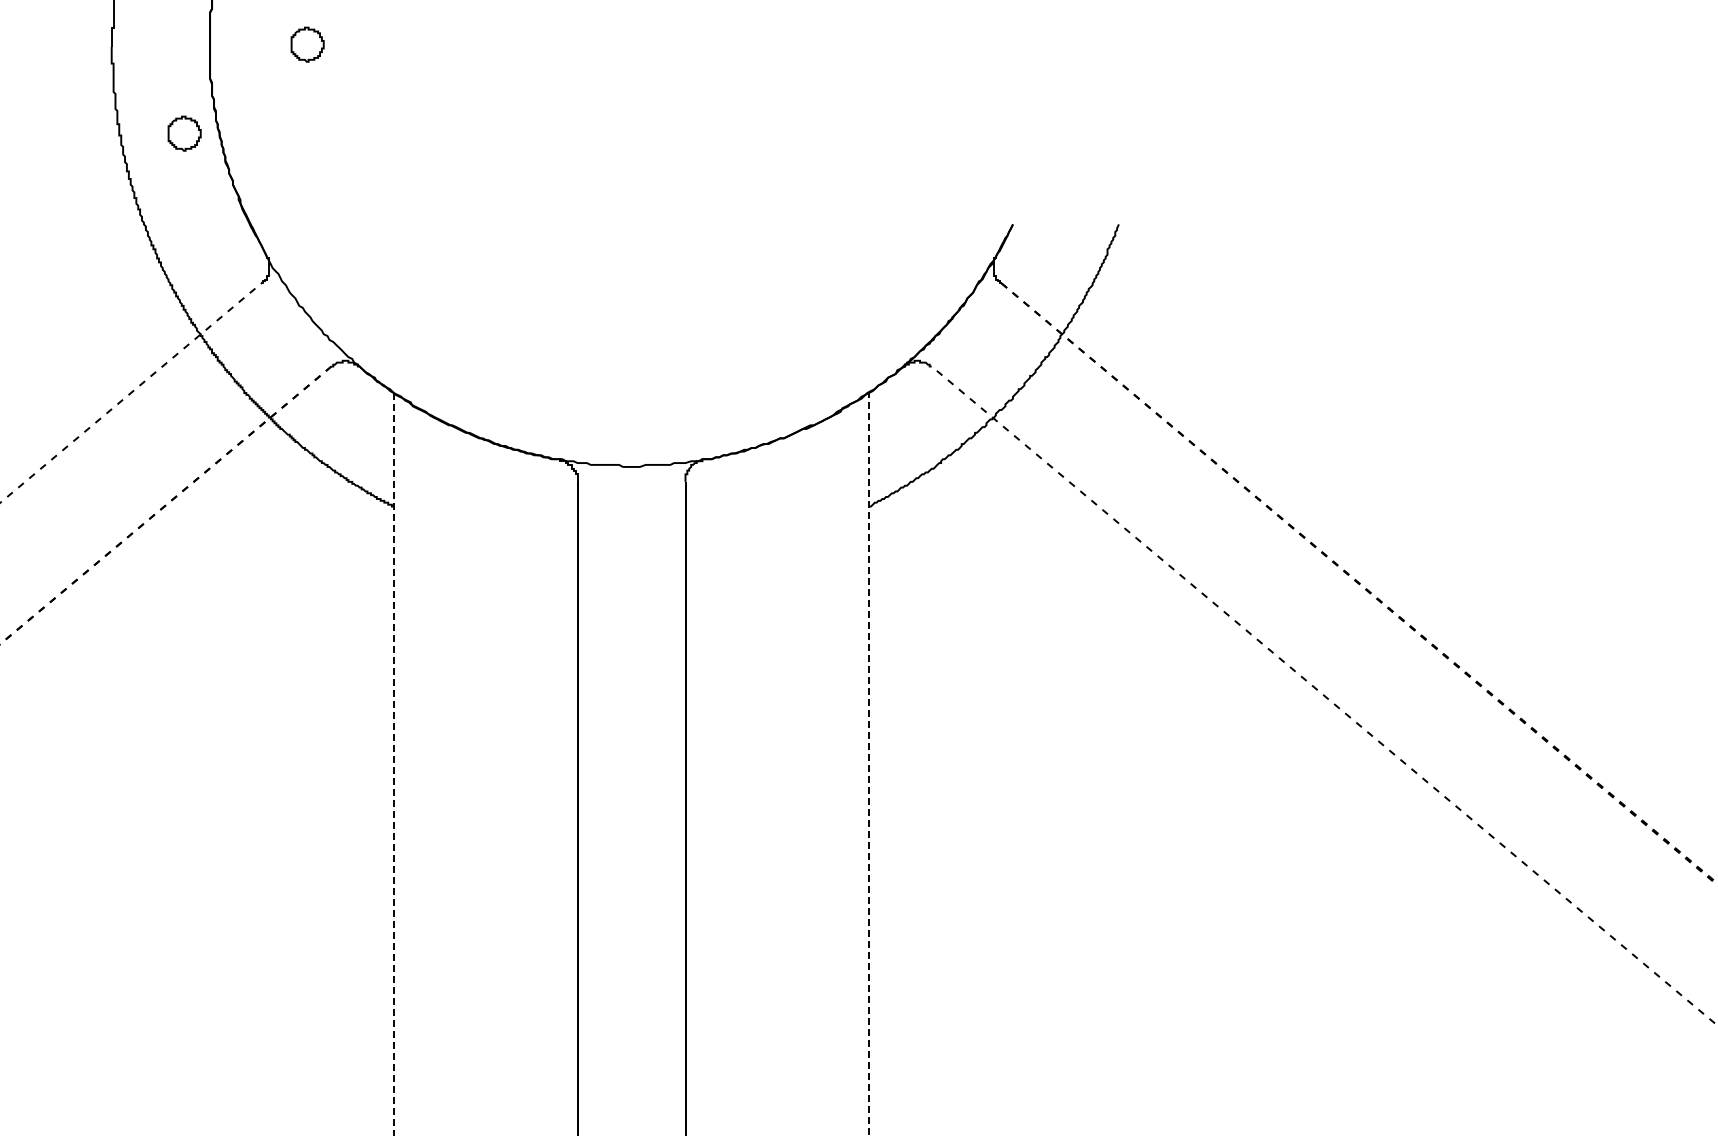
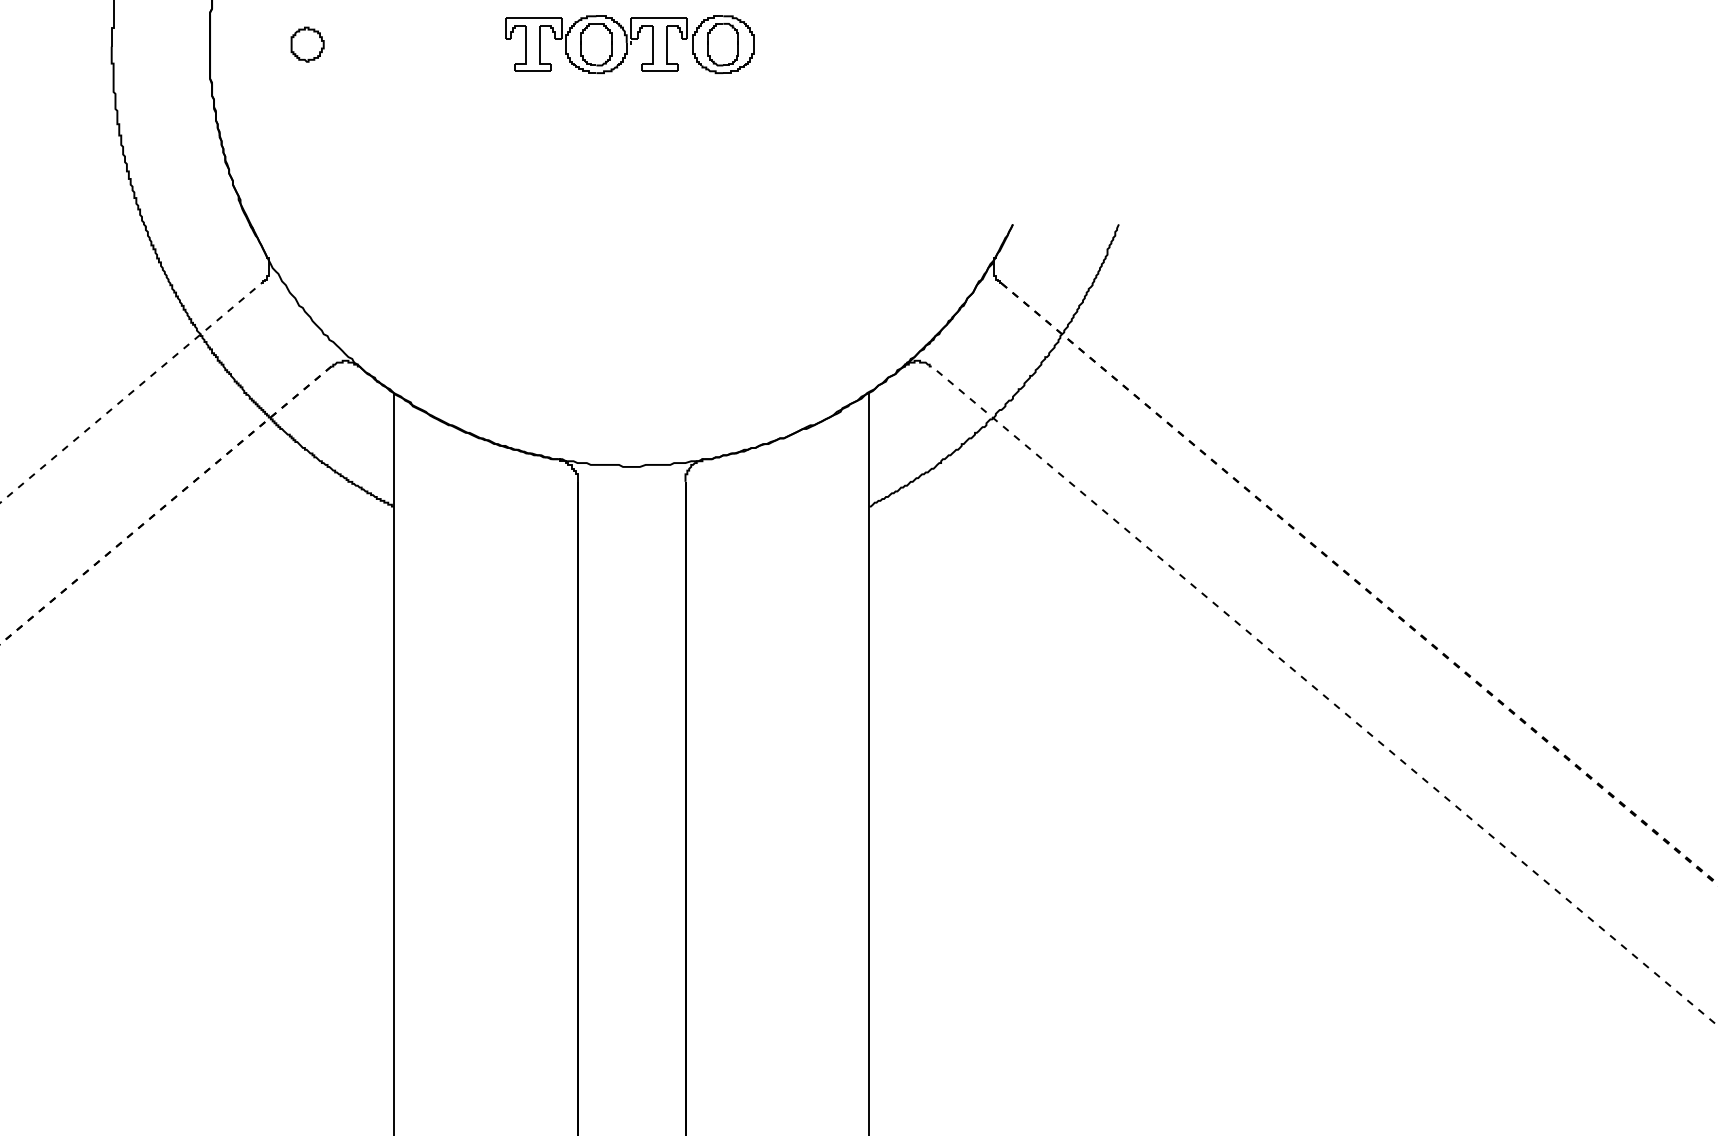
part at (629, 44): none -> present
part at (184, 133): present -> none
line at (393, 764): dashed -> solid
line at (869, 764): dashed -> solid
